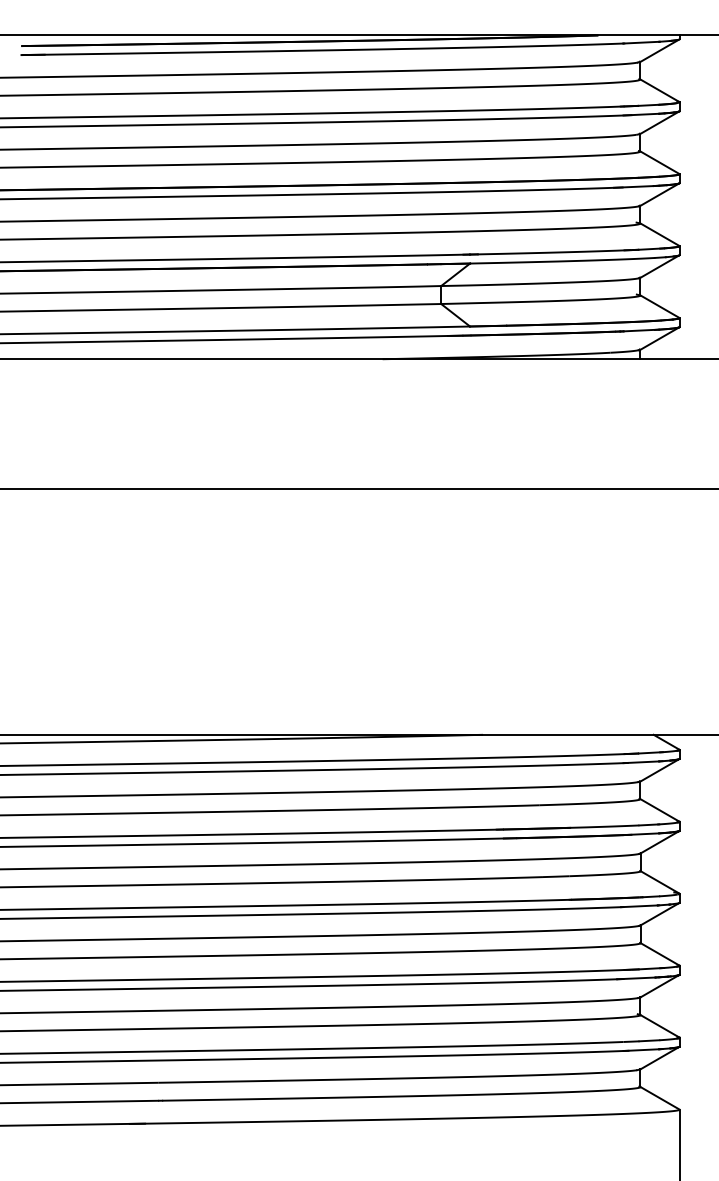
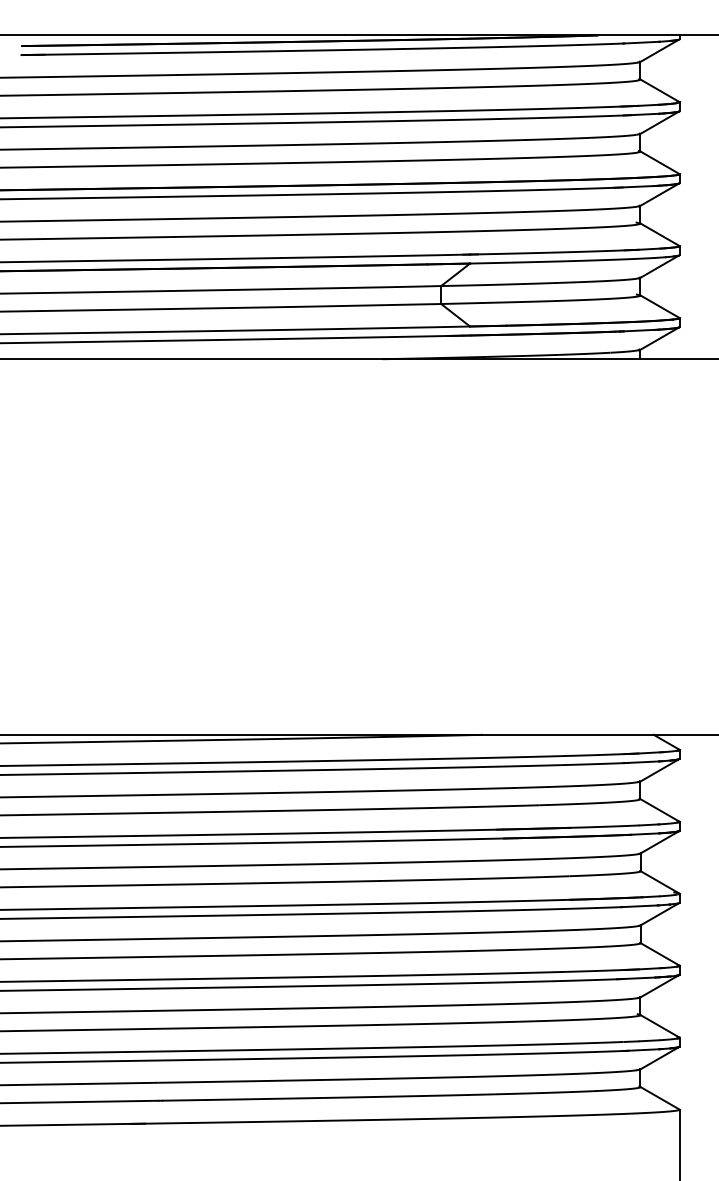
line at (358, 488): present -> none
